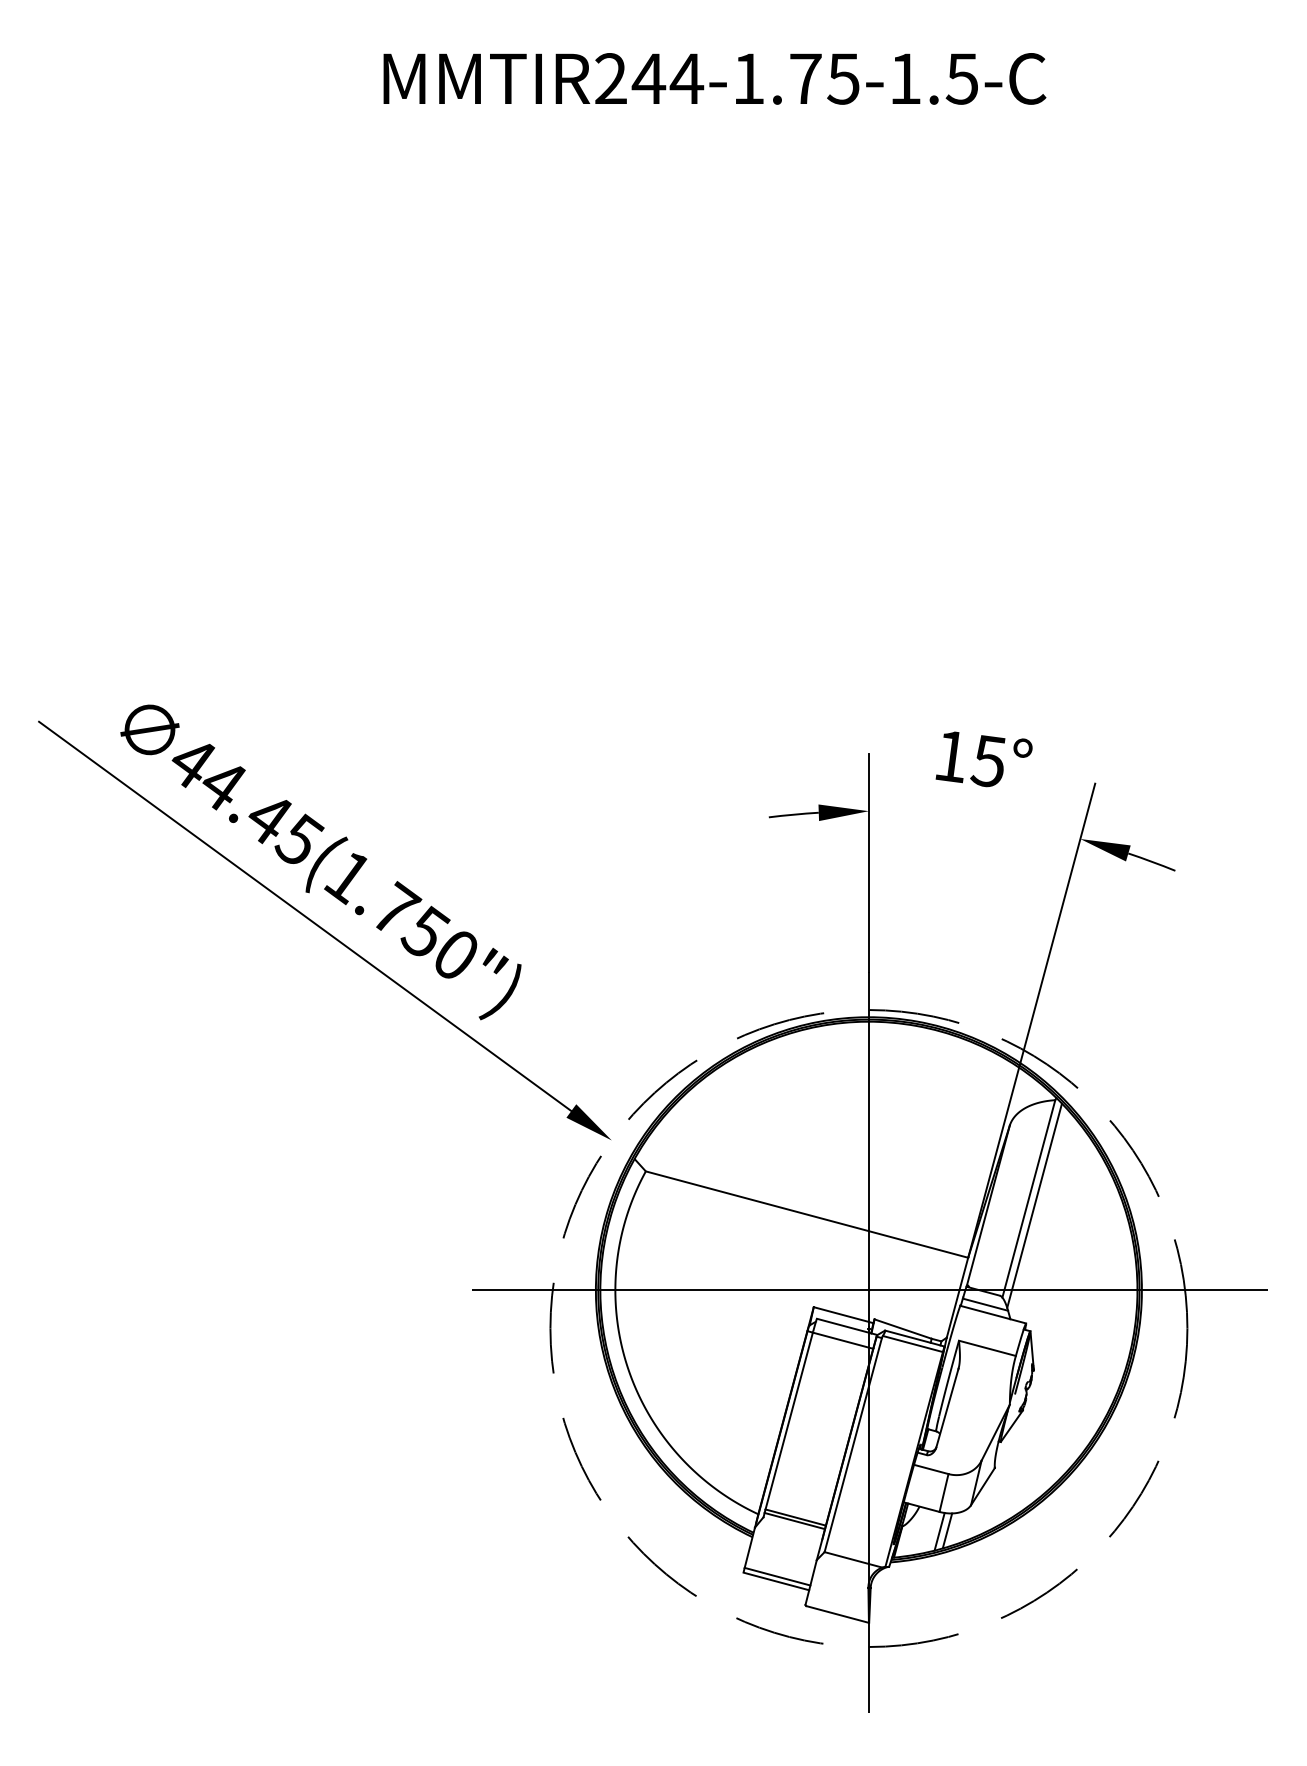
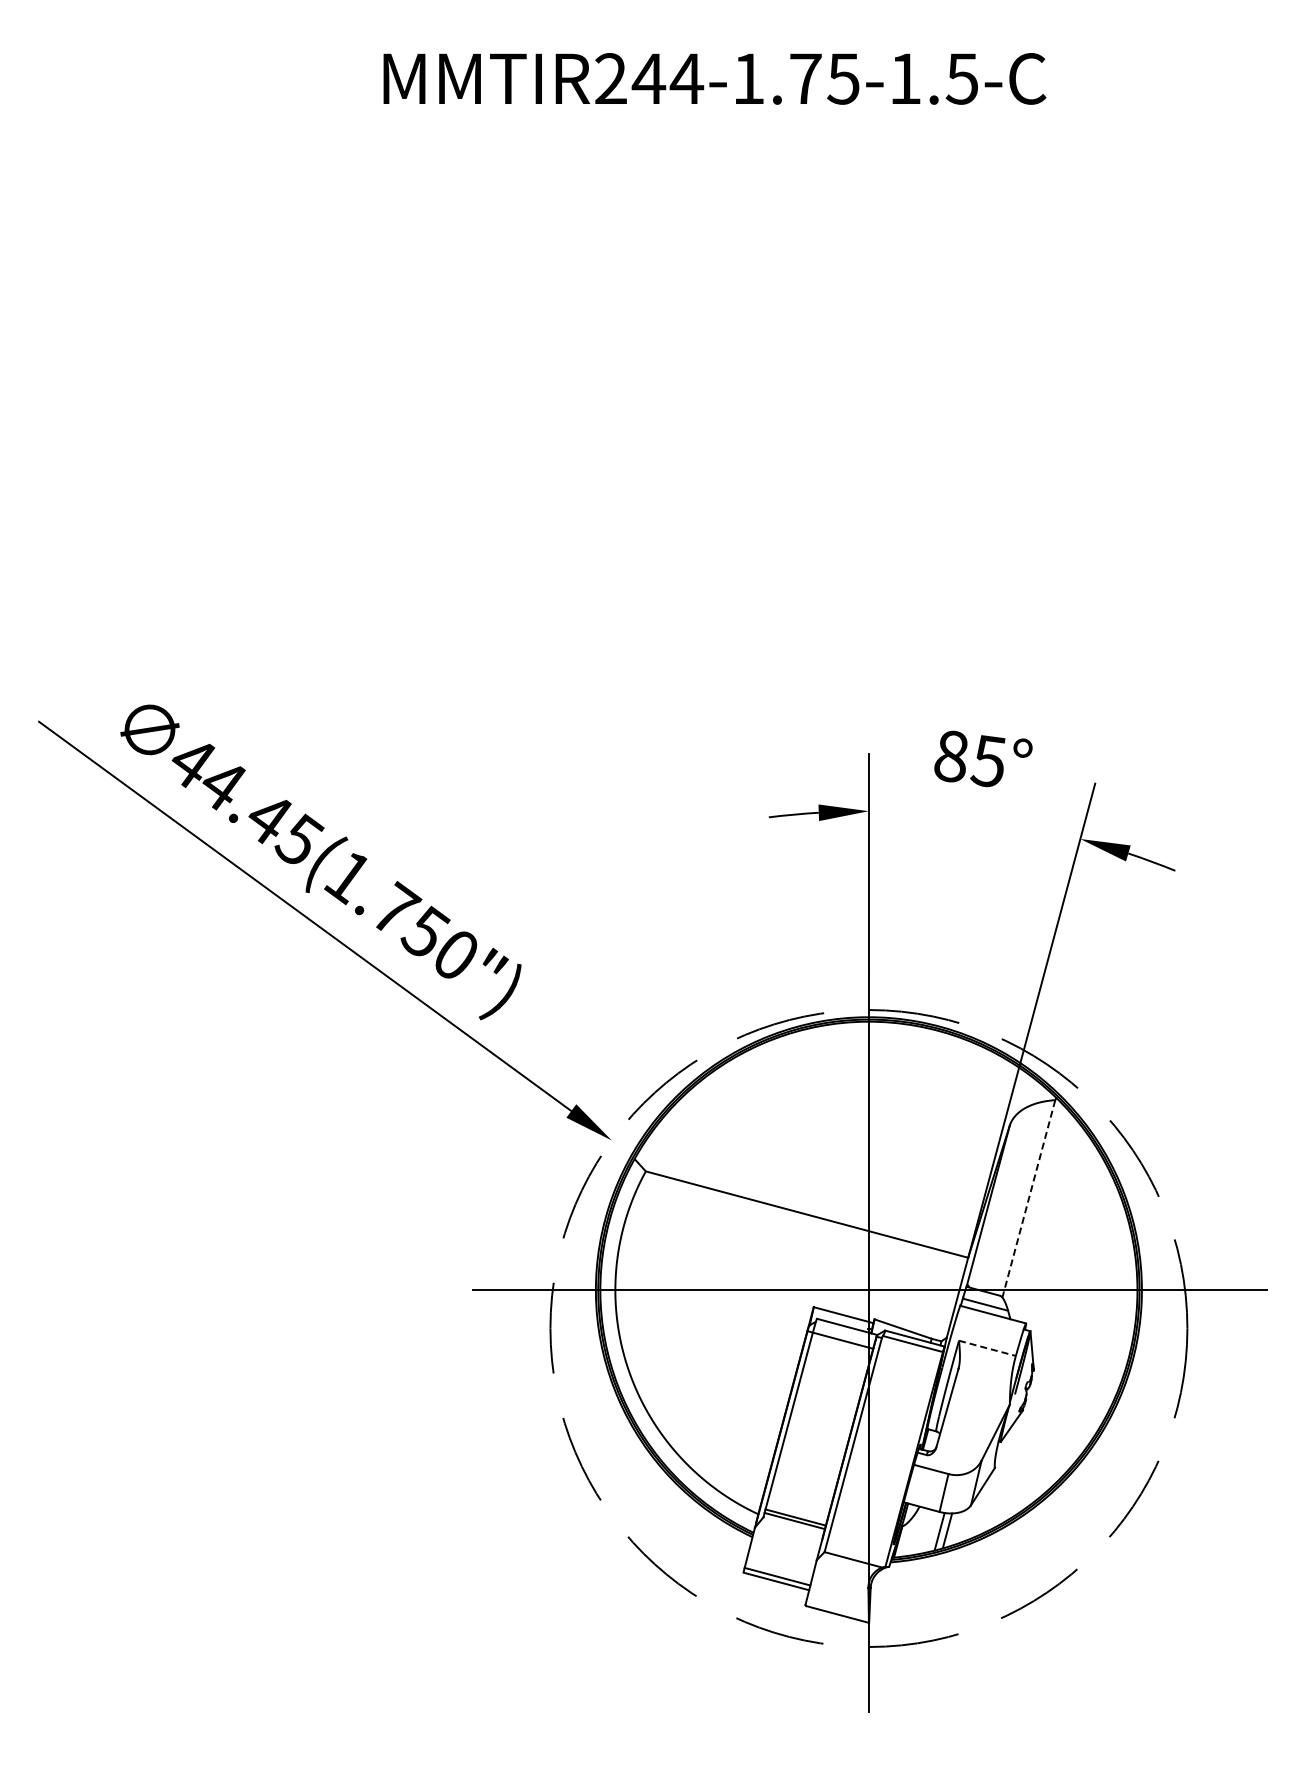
text at (950, 756): 15° -> 85°
line at (1028, 1199): solid -> dashed
line at (1034, 1205): present -> none
line at (987, 1348): solid -> dashed
